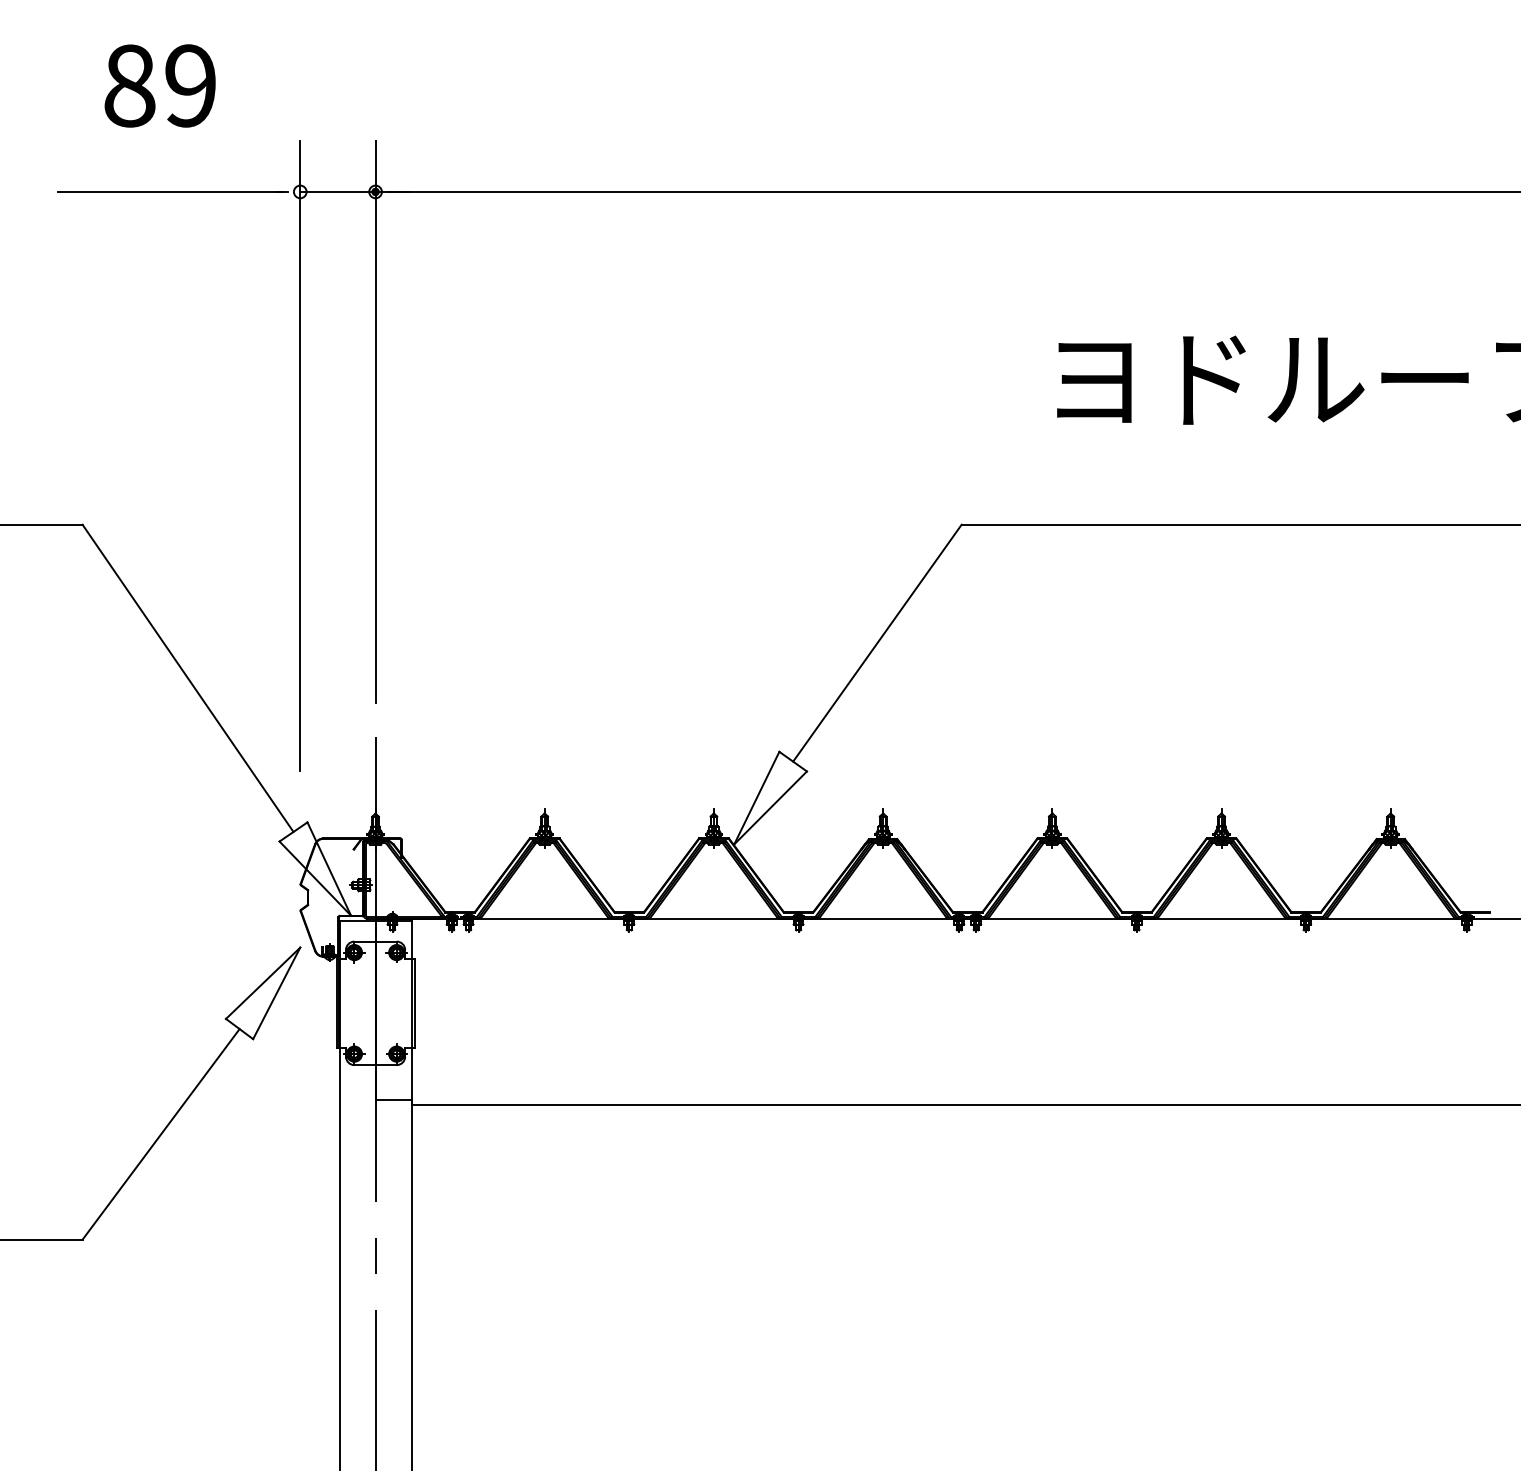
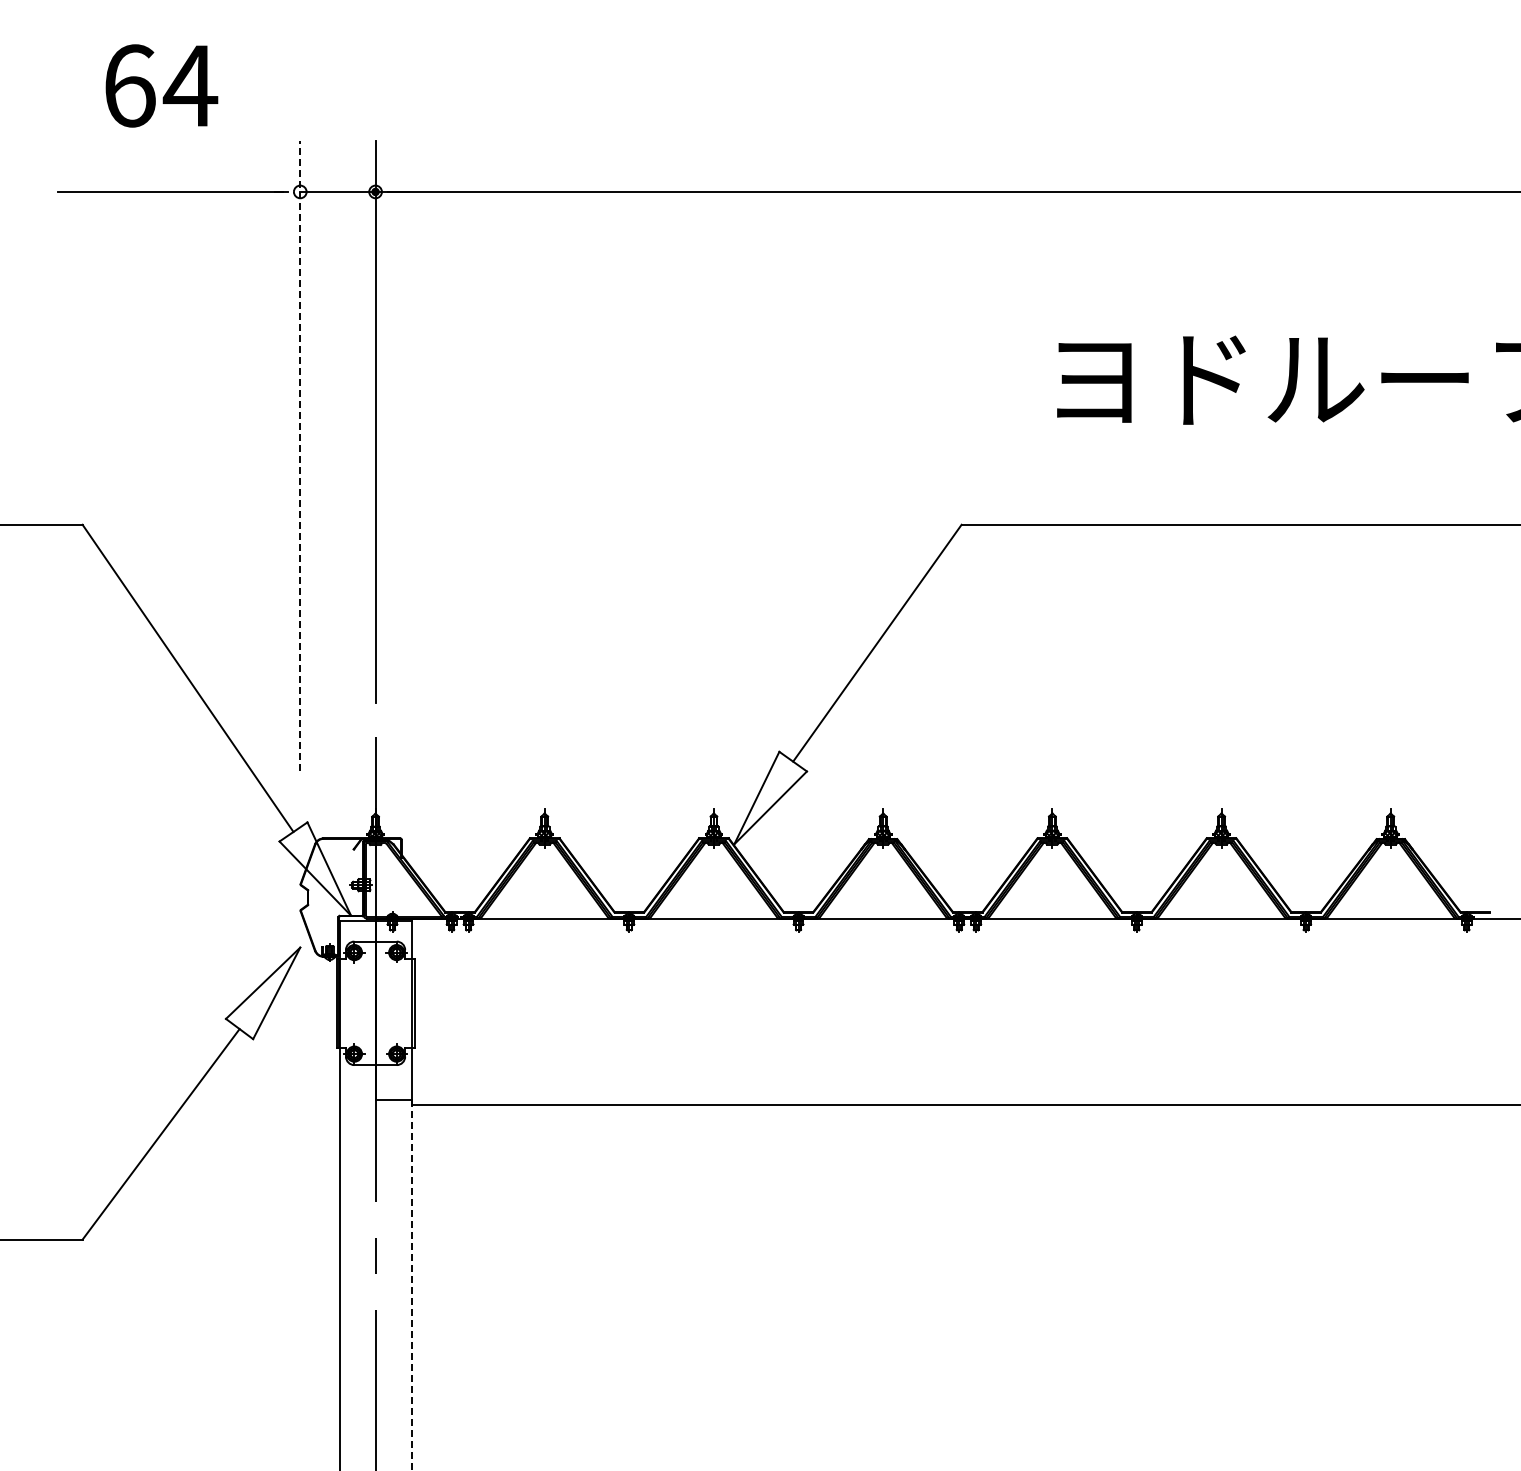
text at (161, 85): 89 -> 64
line at (300, 455): solid -> dashed
line at (411, 1285): solid -> dashed
